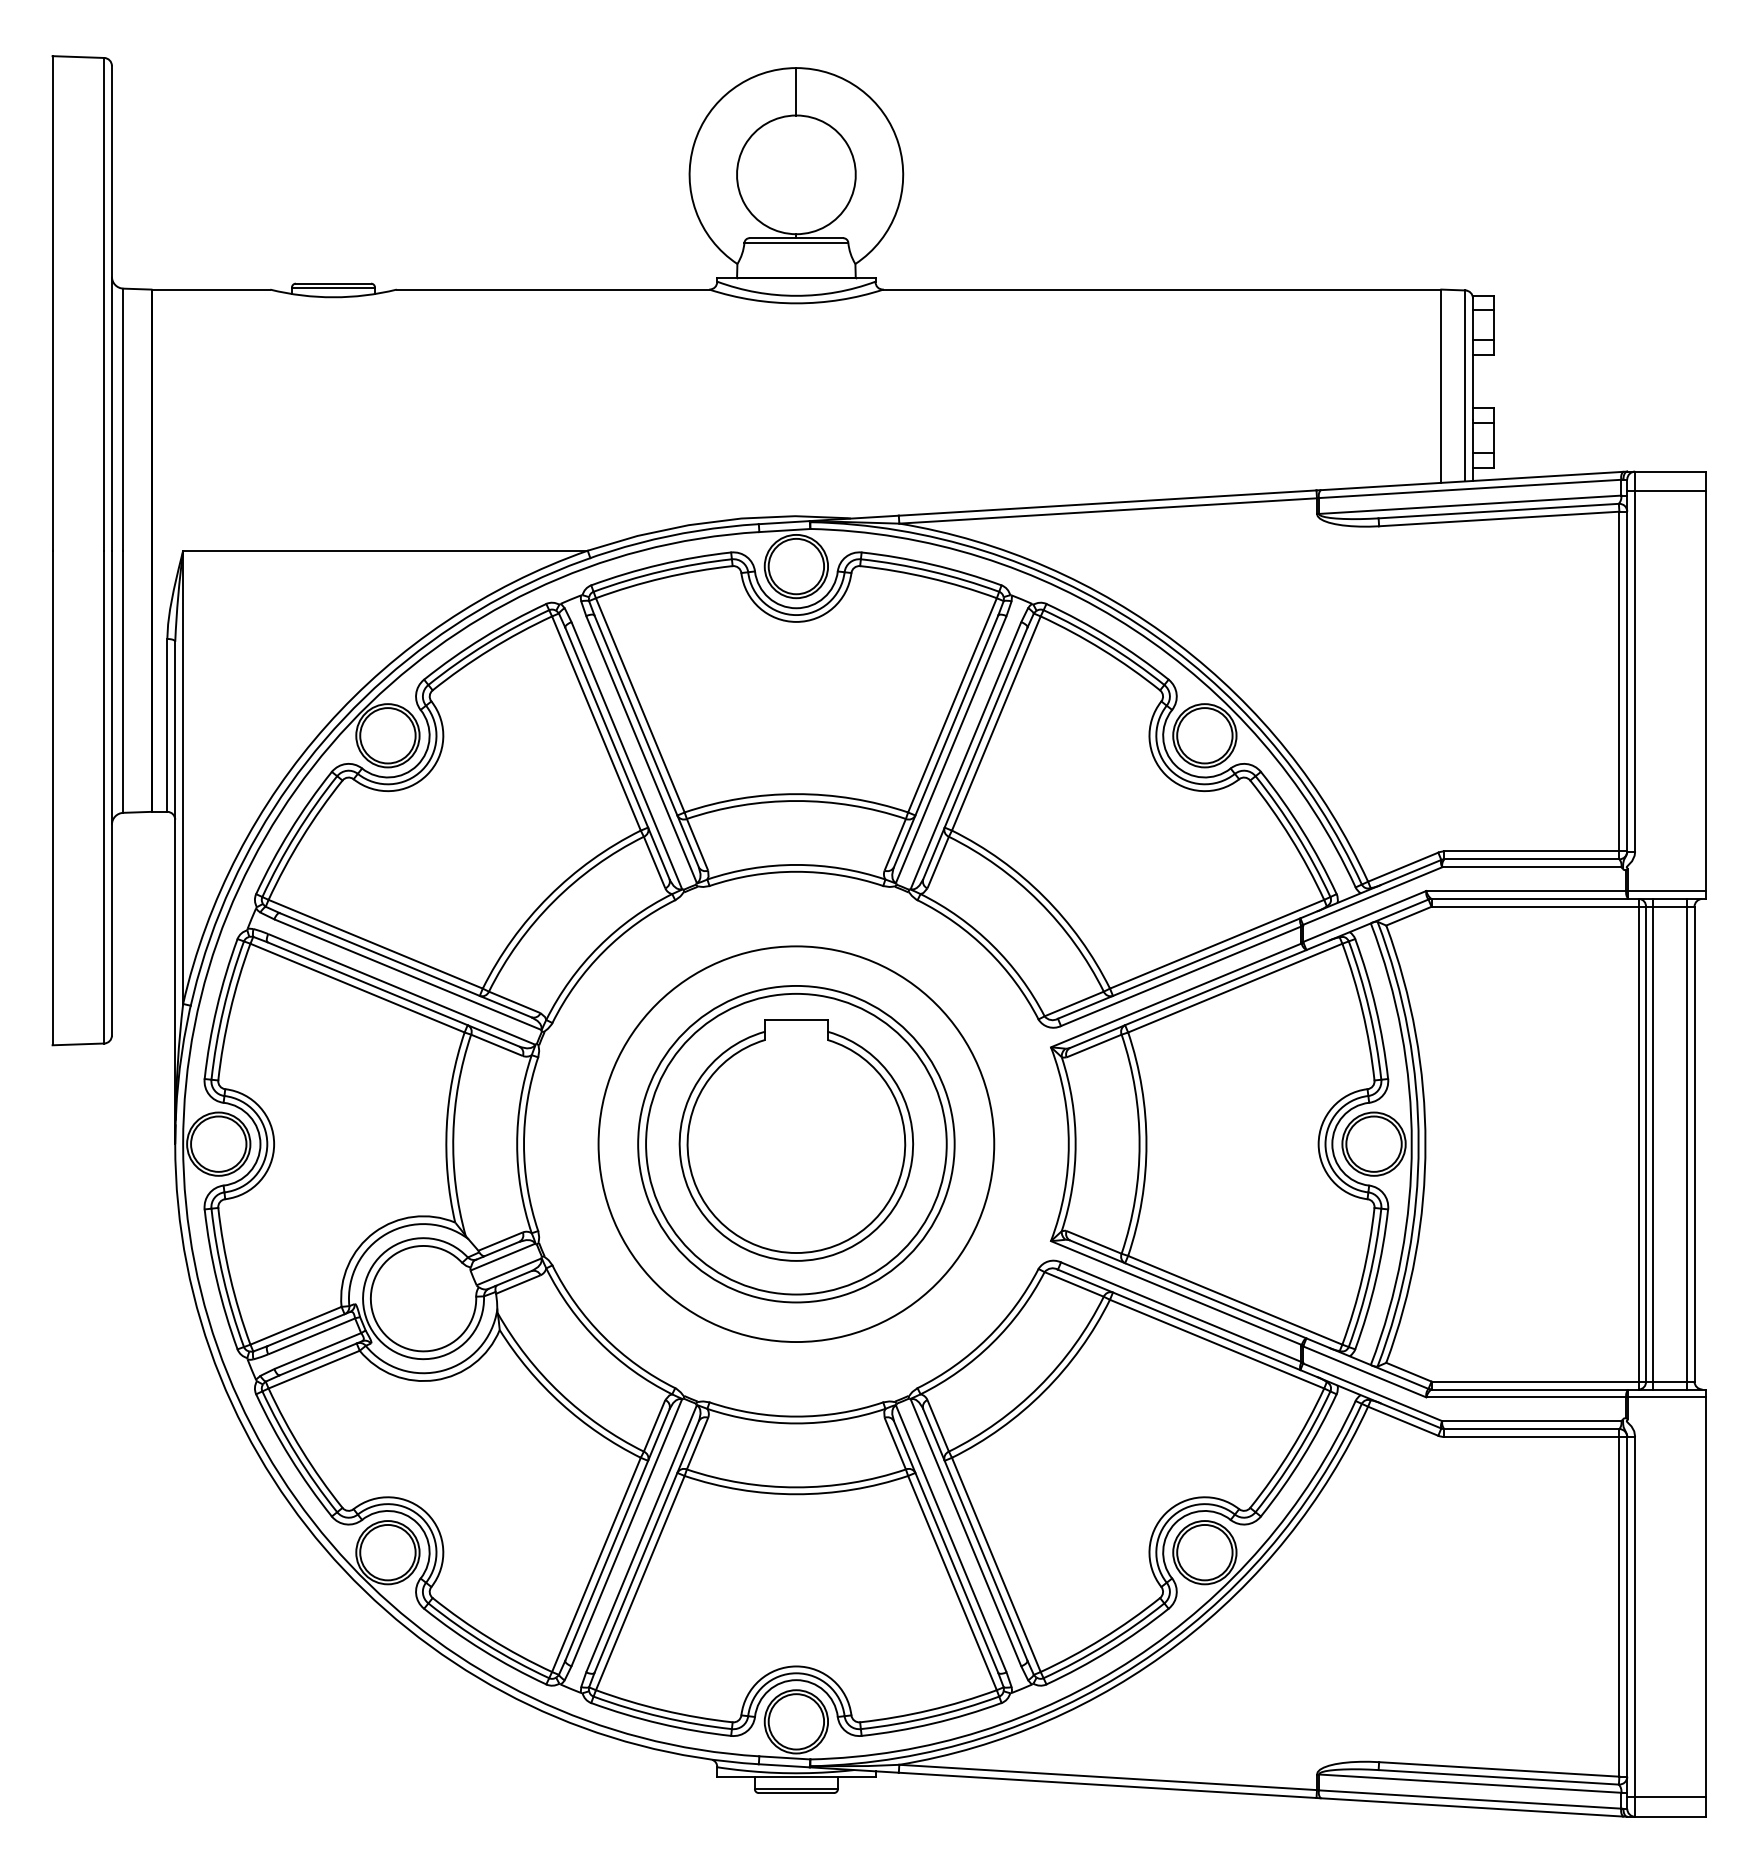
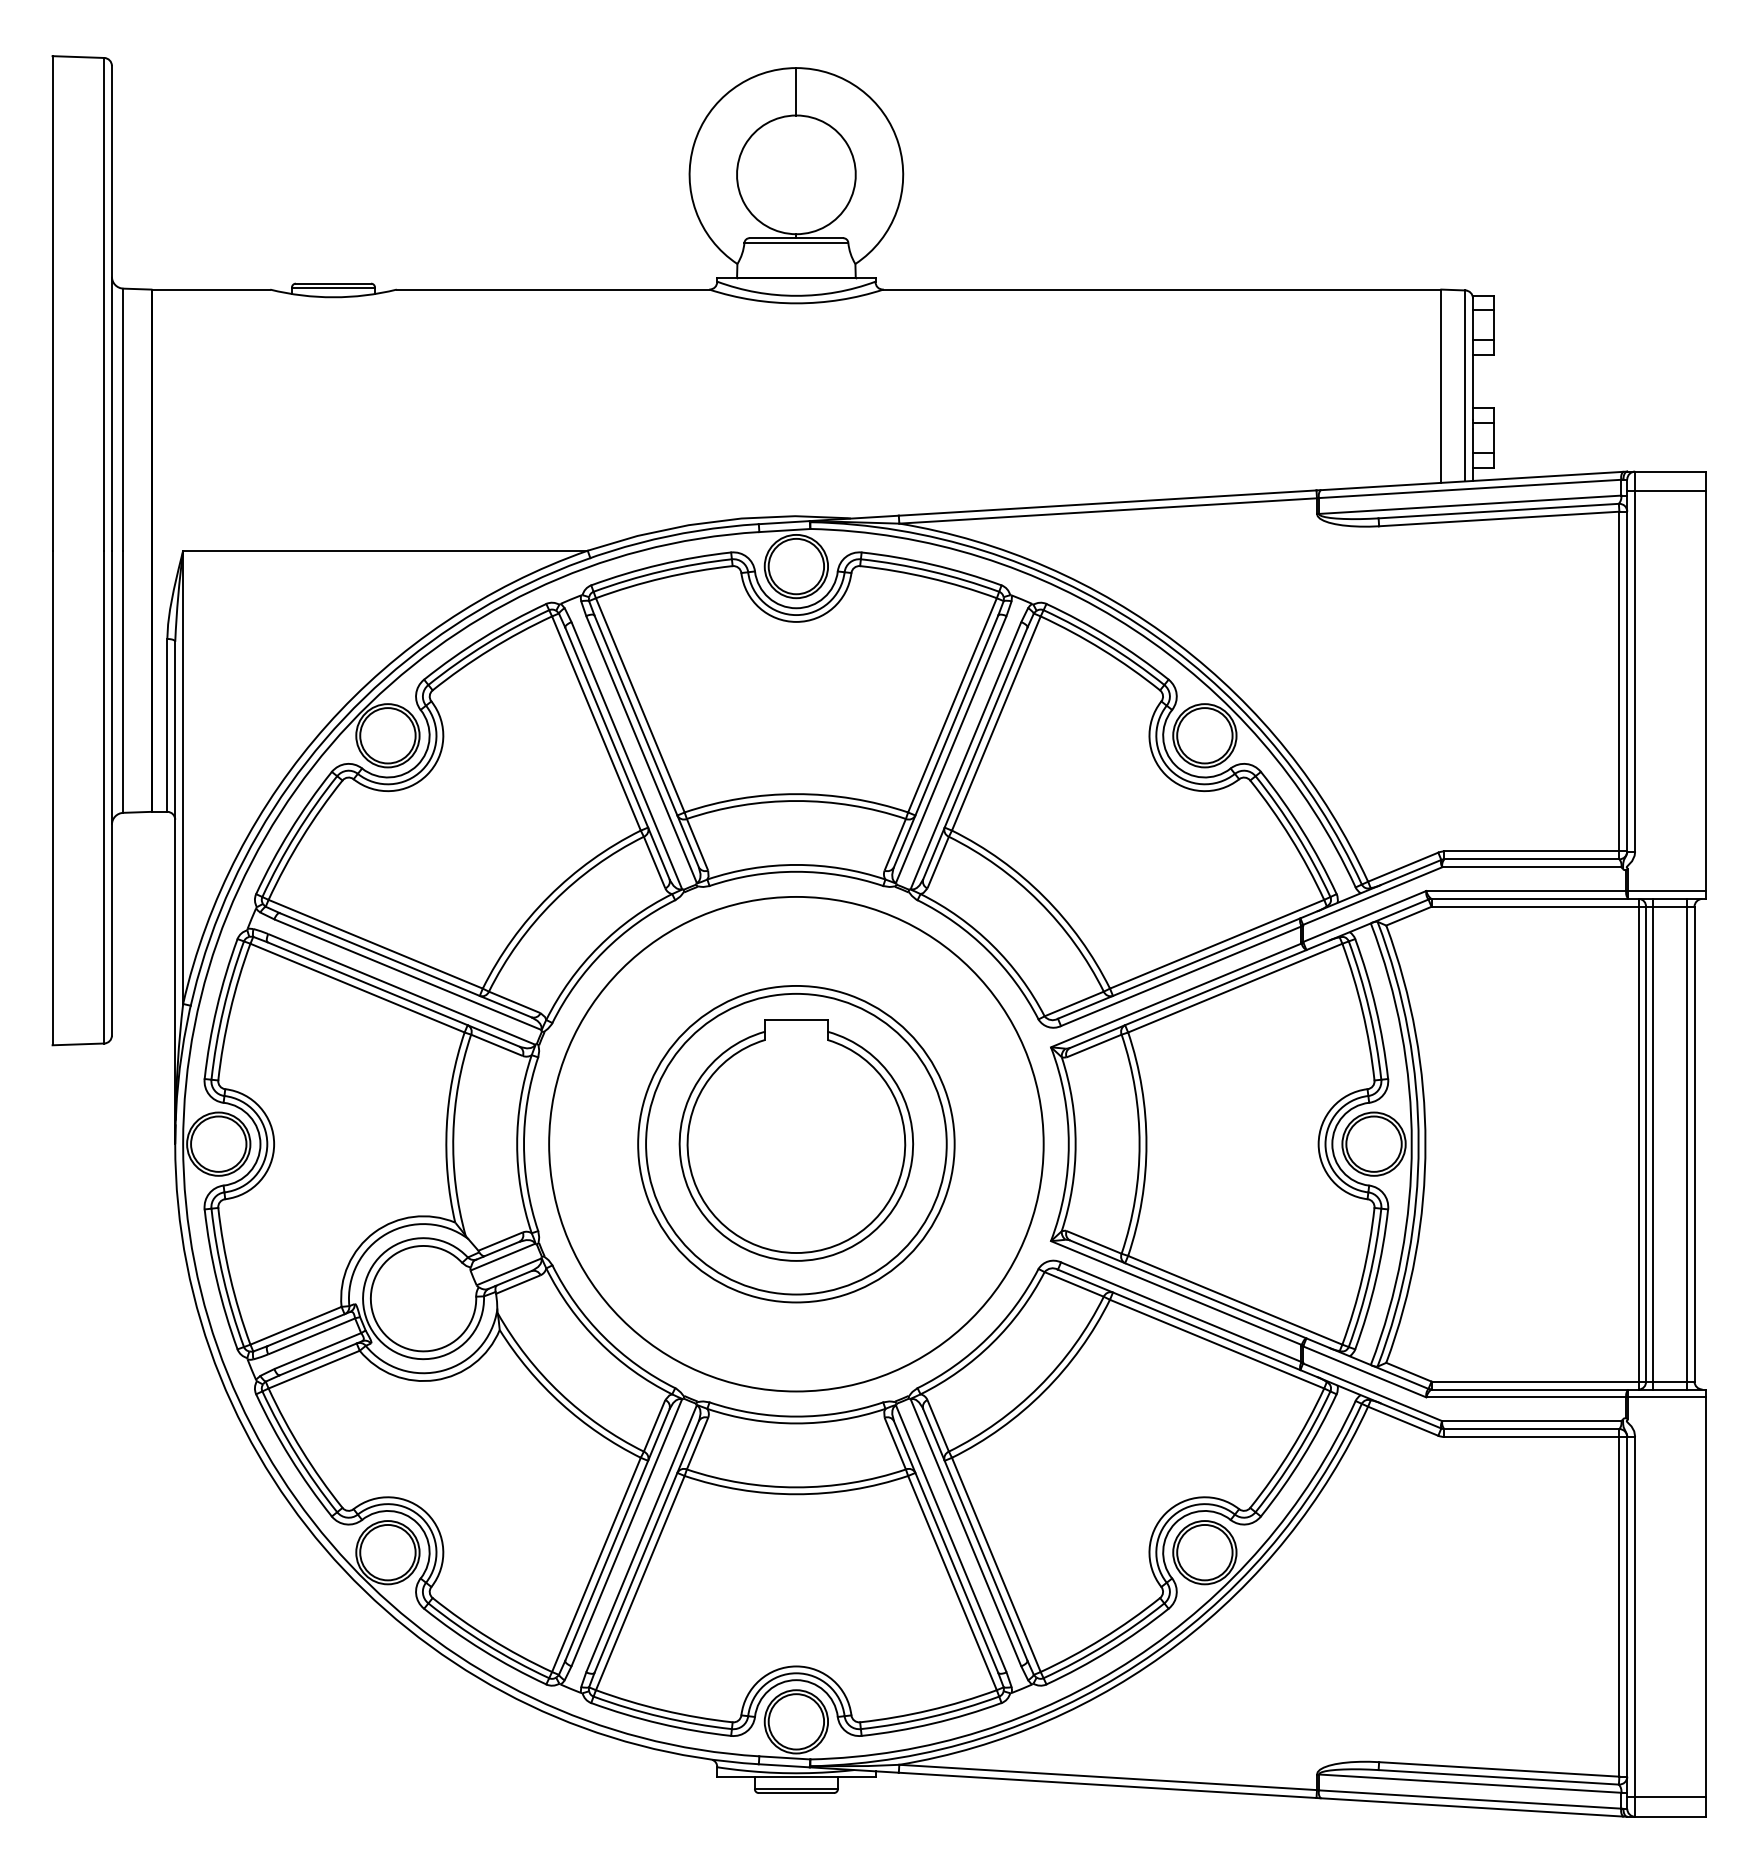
circle at (796, 1144) diameter: 396 px -> 495 px
